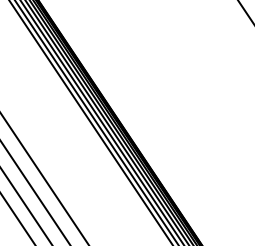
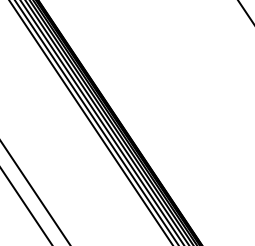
line at (44, 178): present -> none
line at (17, 219): present -> none
